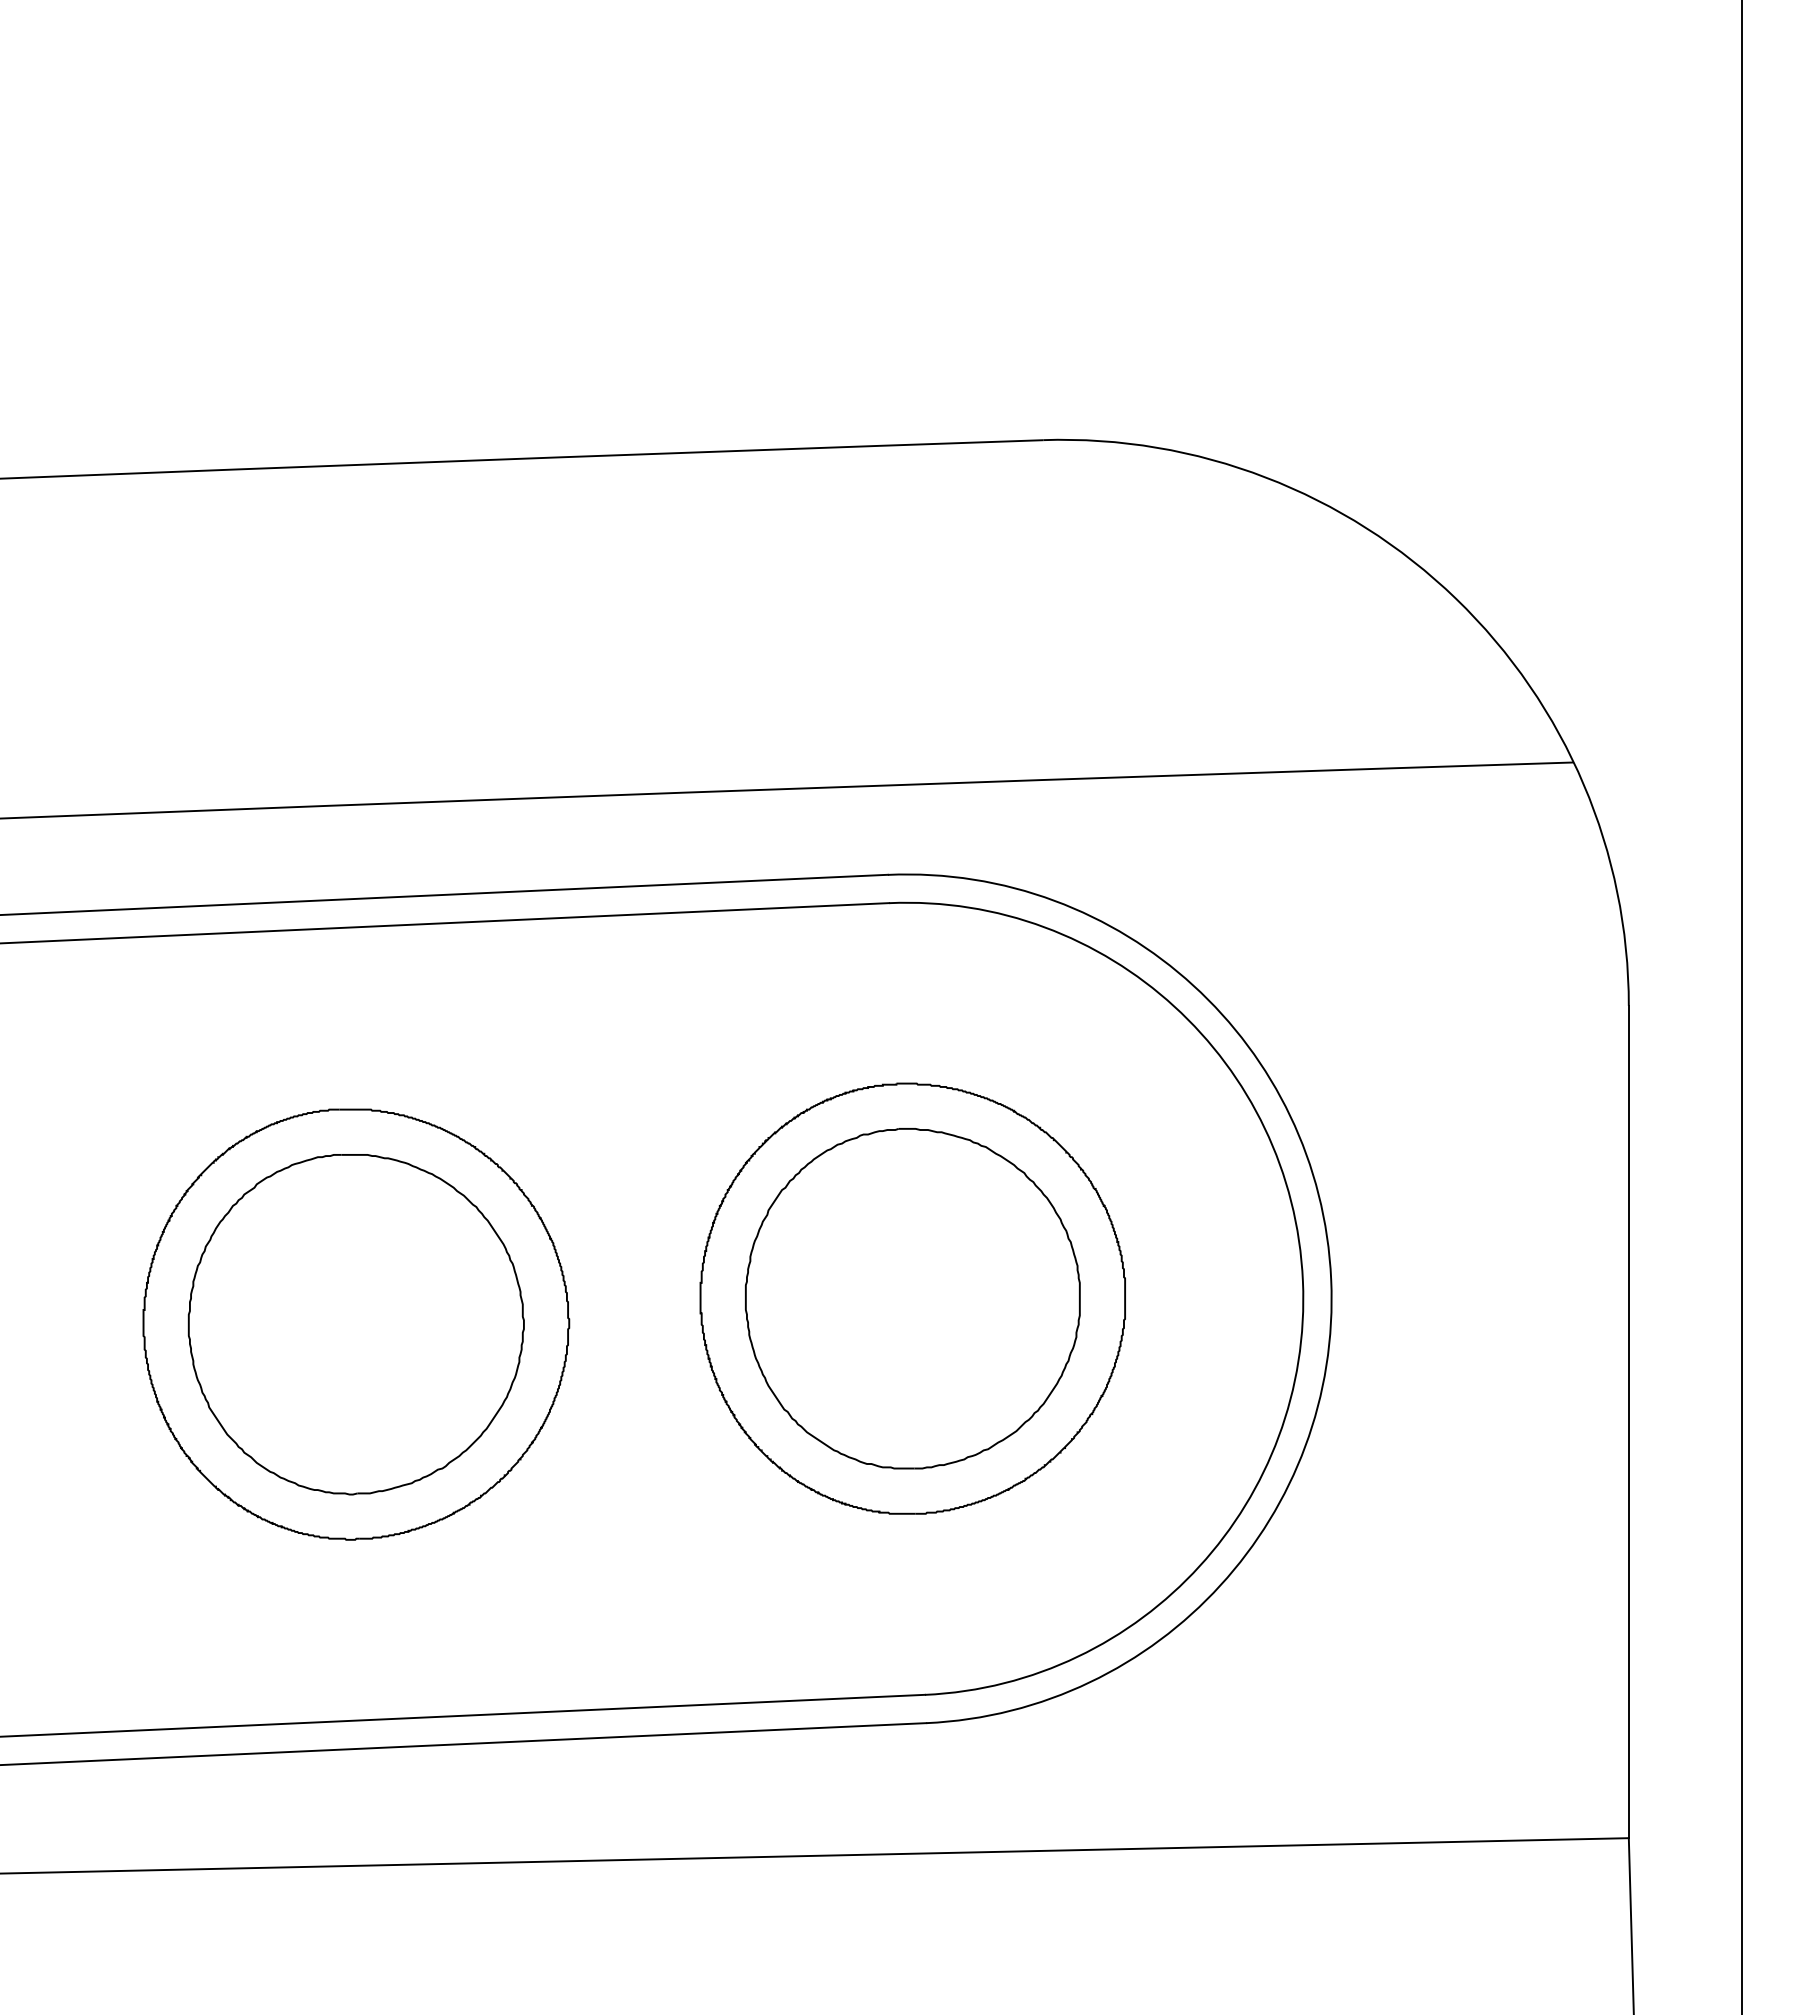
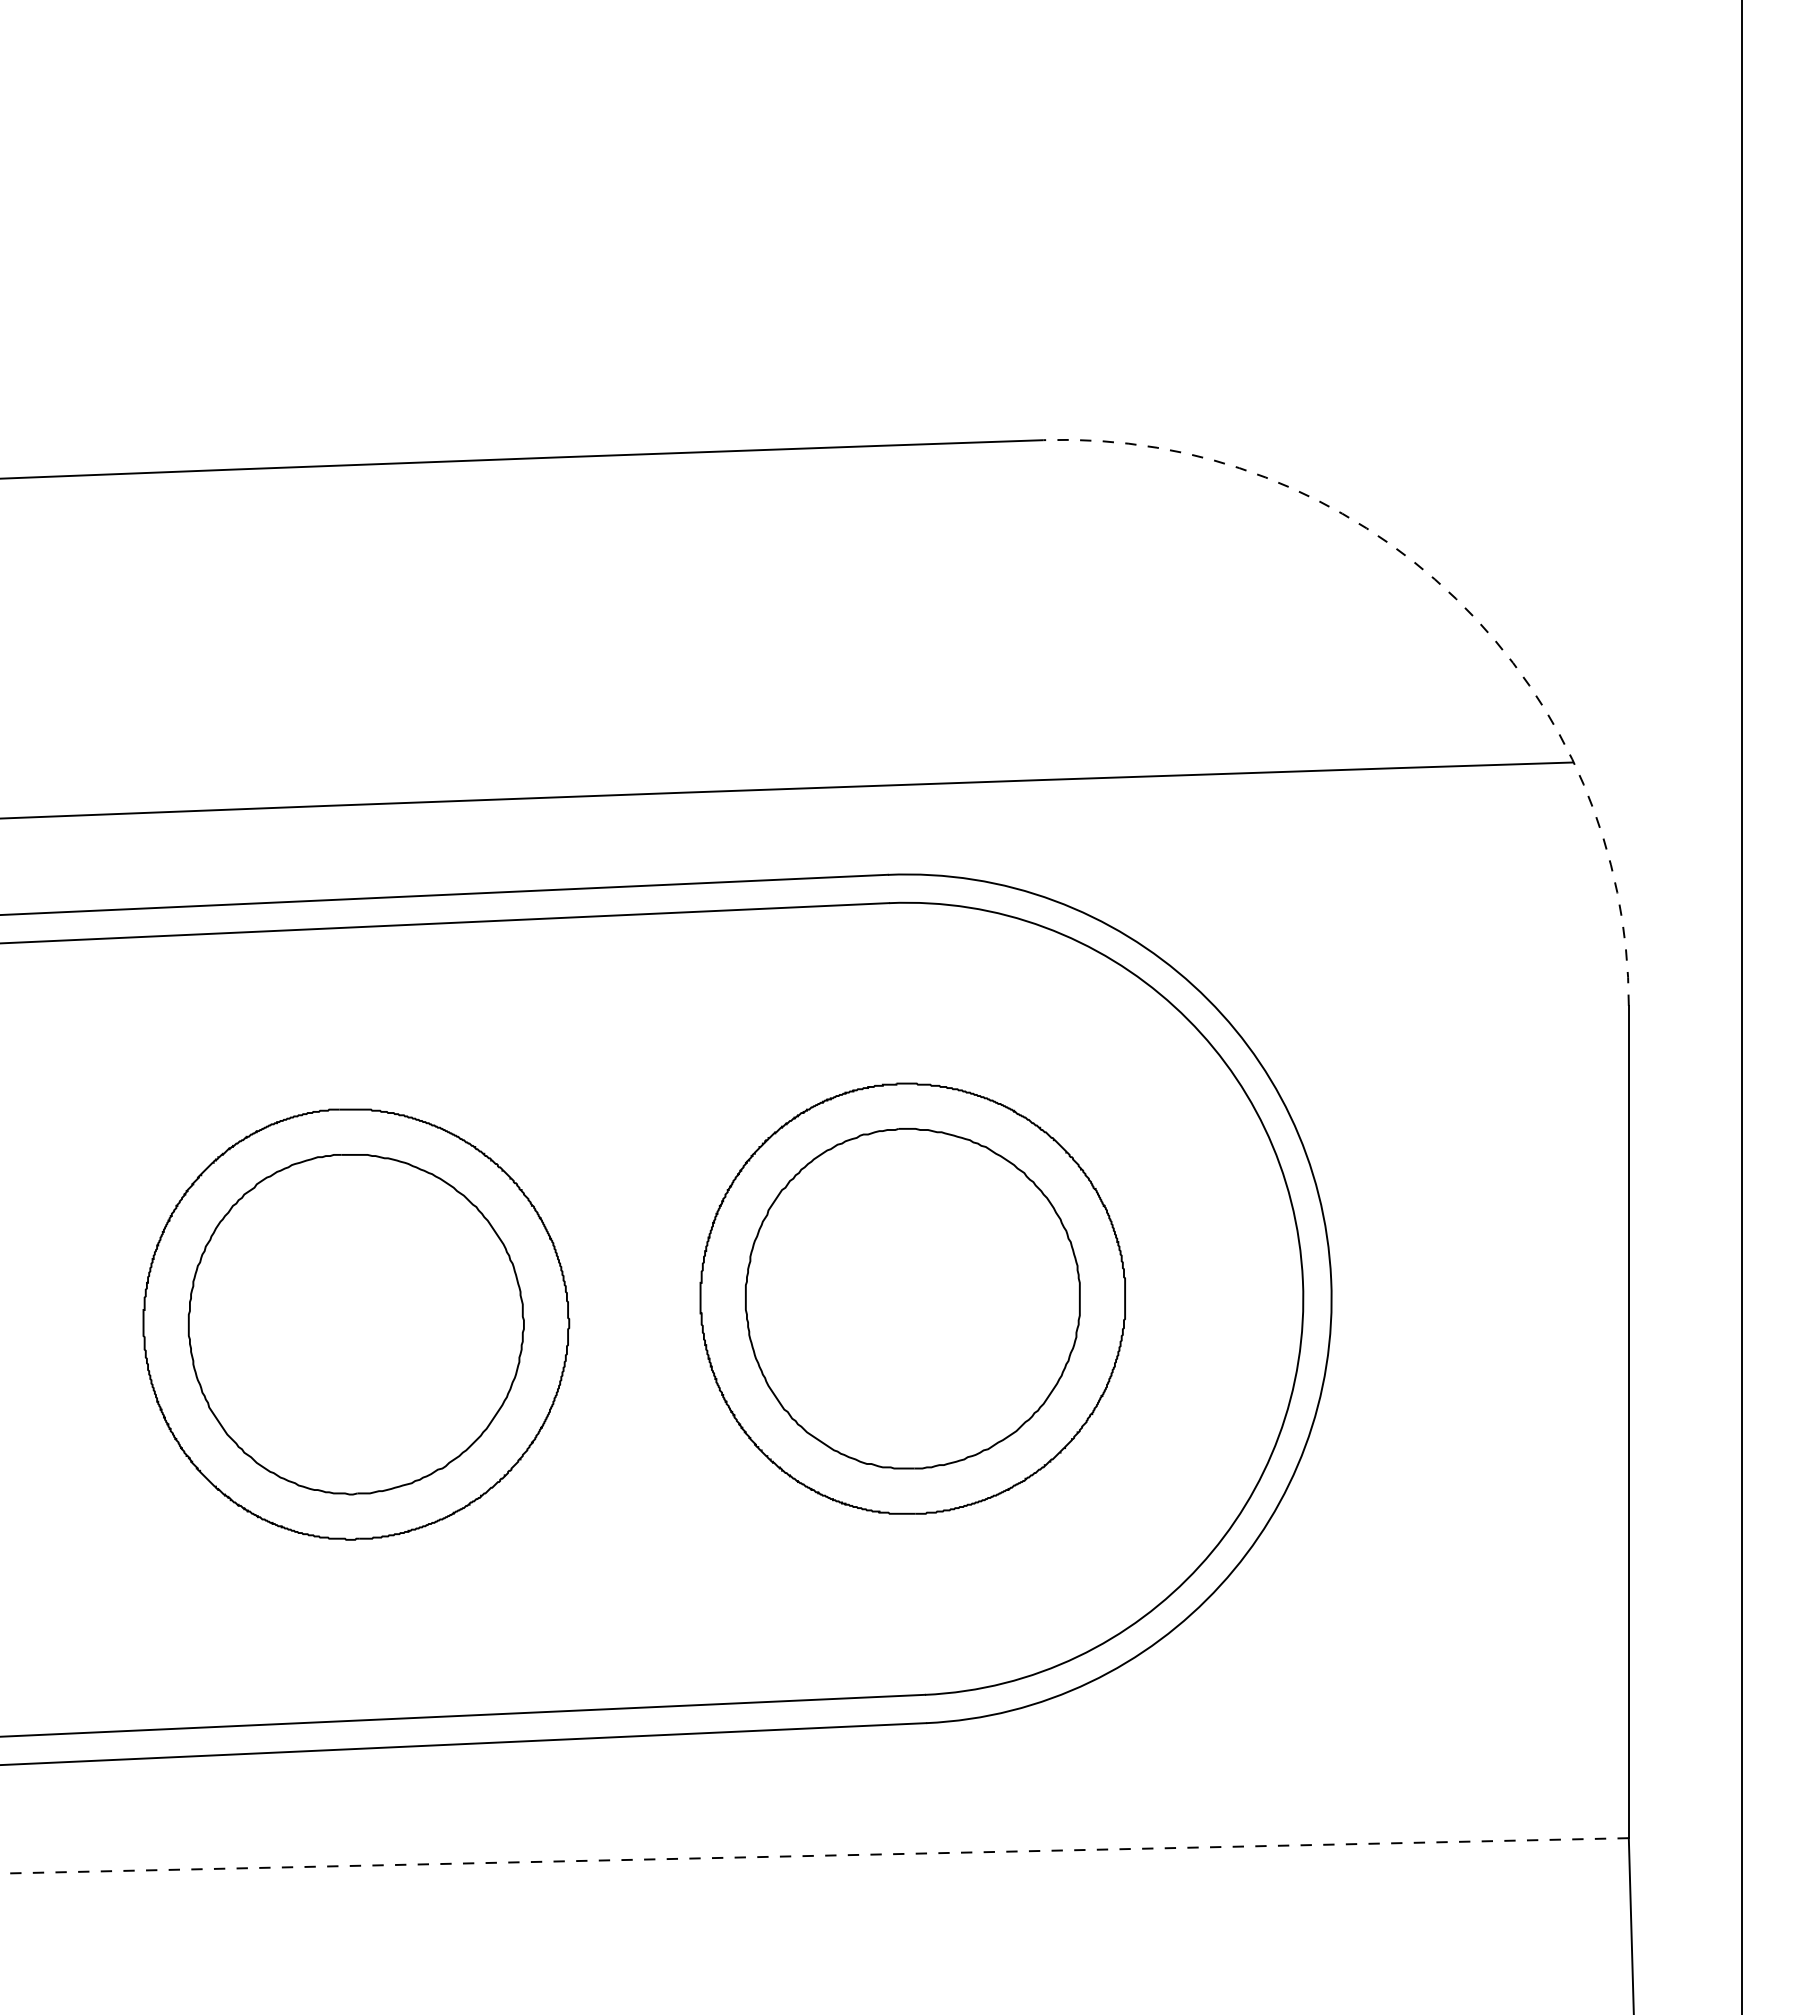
arc at (1456, 598): solid -> dashed
line at (814, 1855): solid -> dashed
